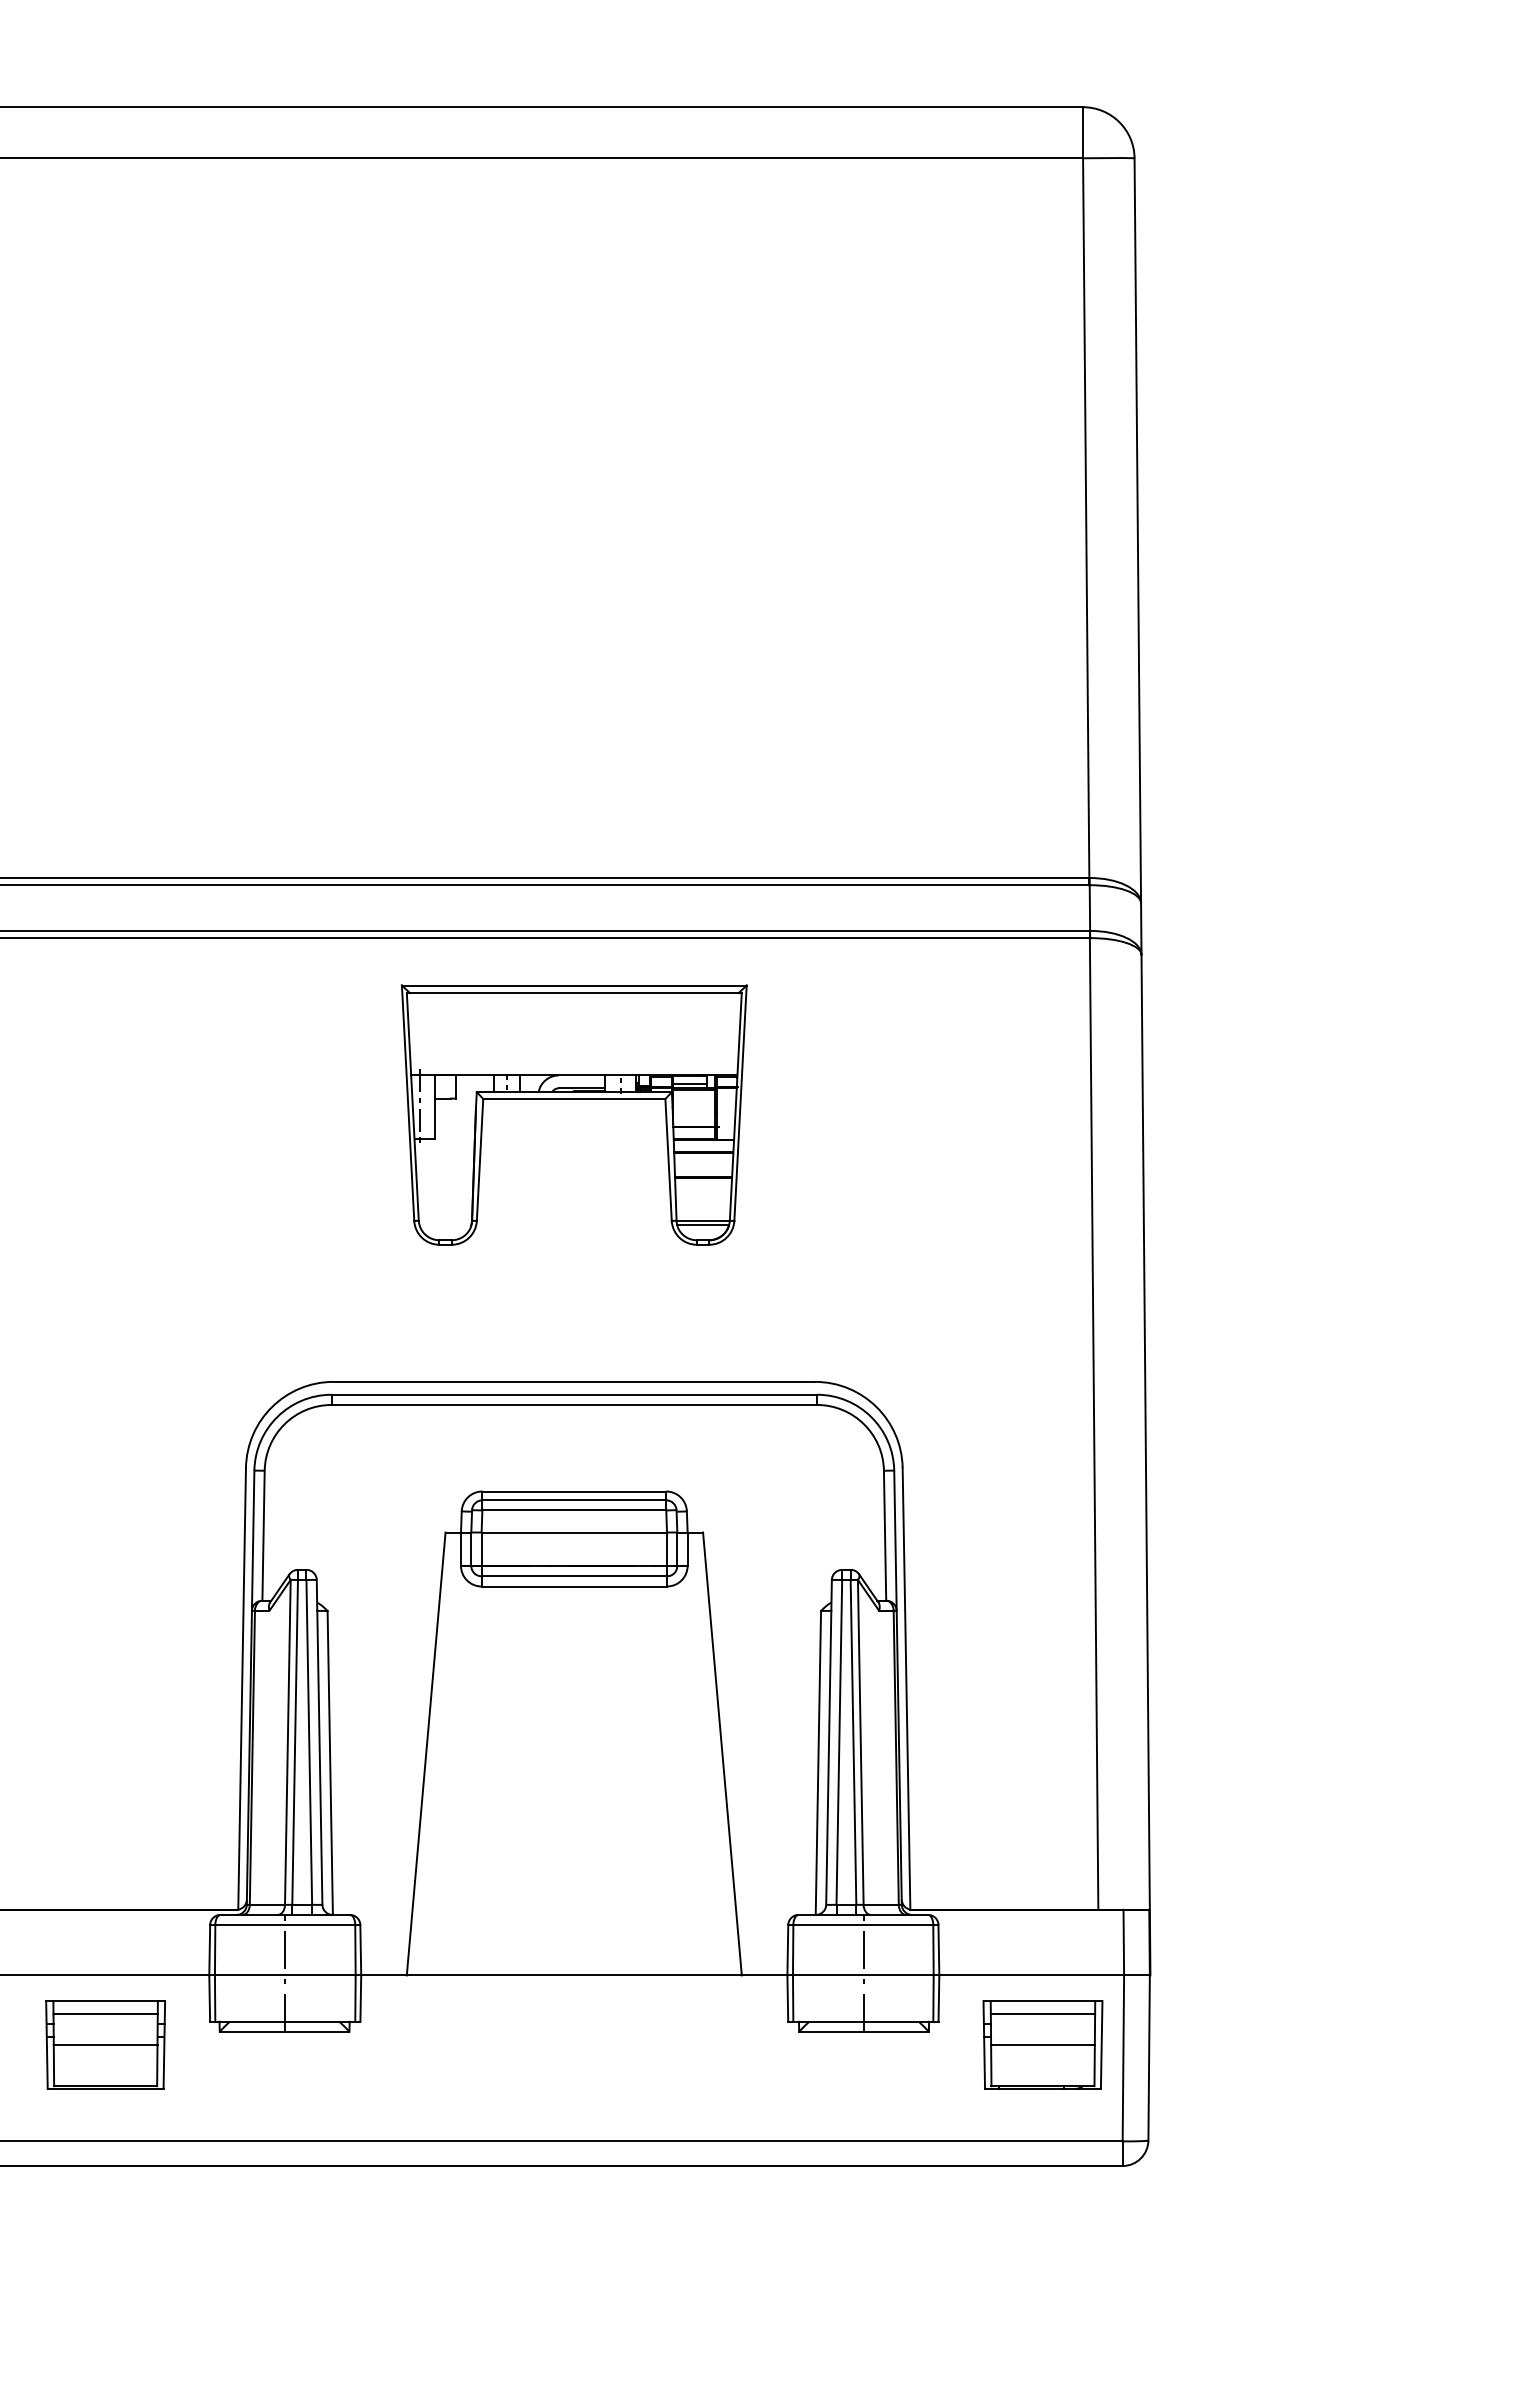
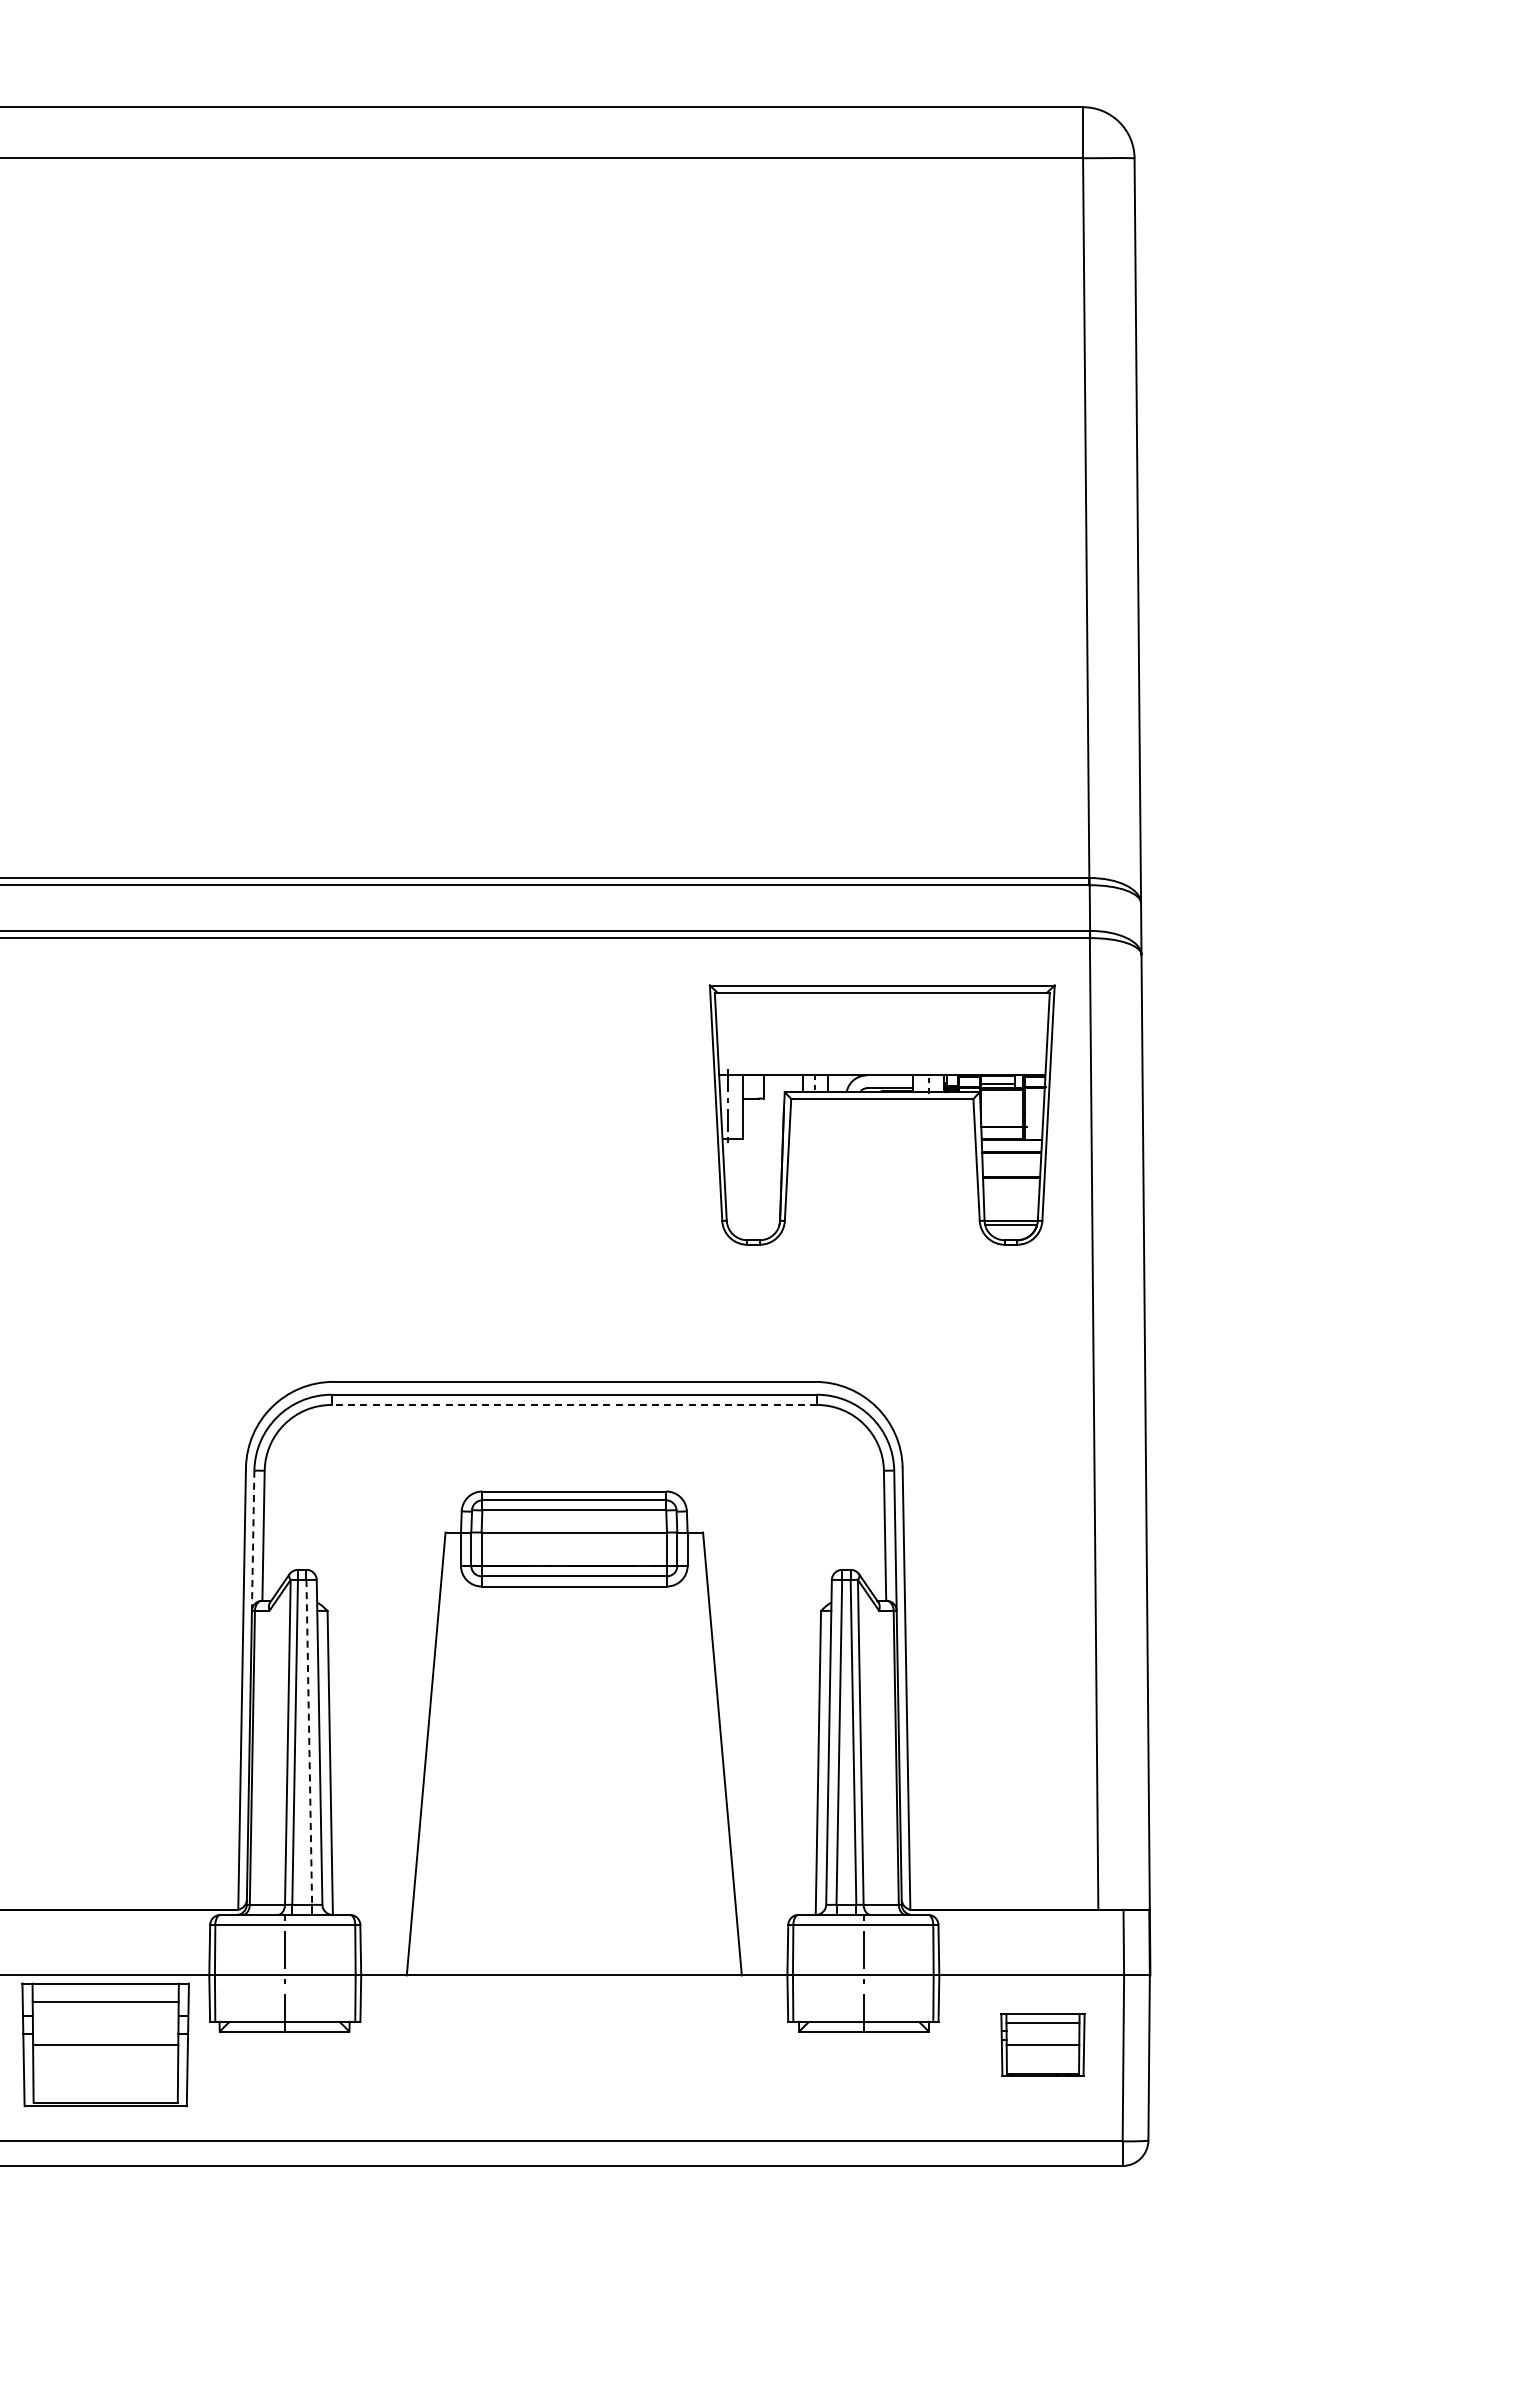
part at (573, 1099) position: (573, 1099) -> (881, 1099)
line at (574, 1404): solid -> dashed
line at (253, 1541): solid -> dashed
line at (309, 1742): solid -> dashed
part at (105, 2044) size: 121x90 px -> 169x126 px
part at (1042, 2044) size: 122x90 px -> 86x64 px
